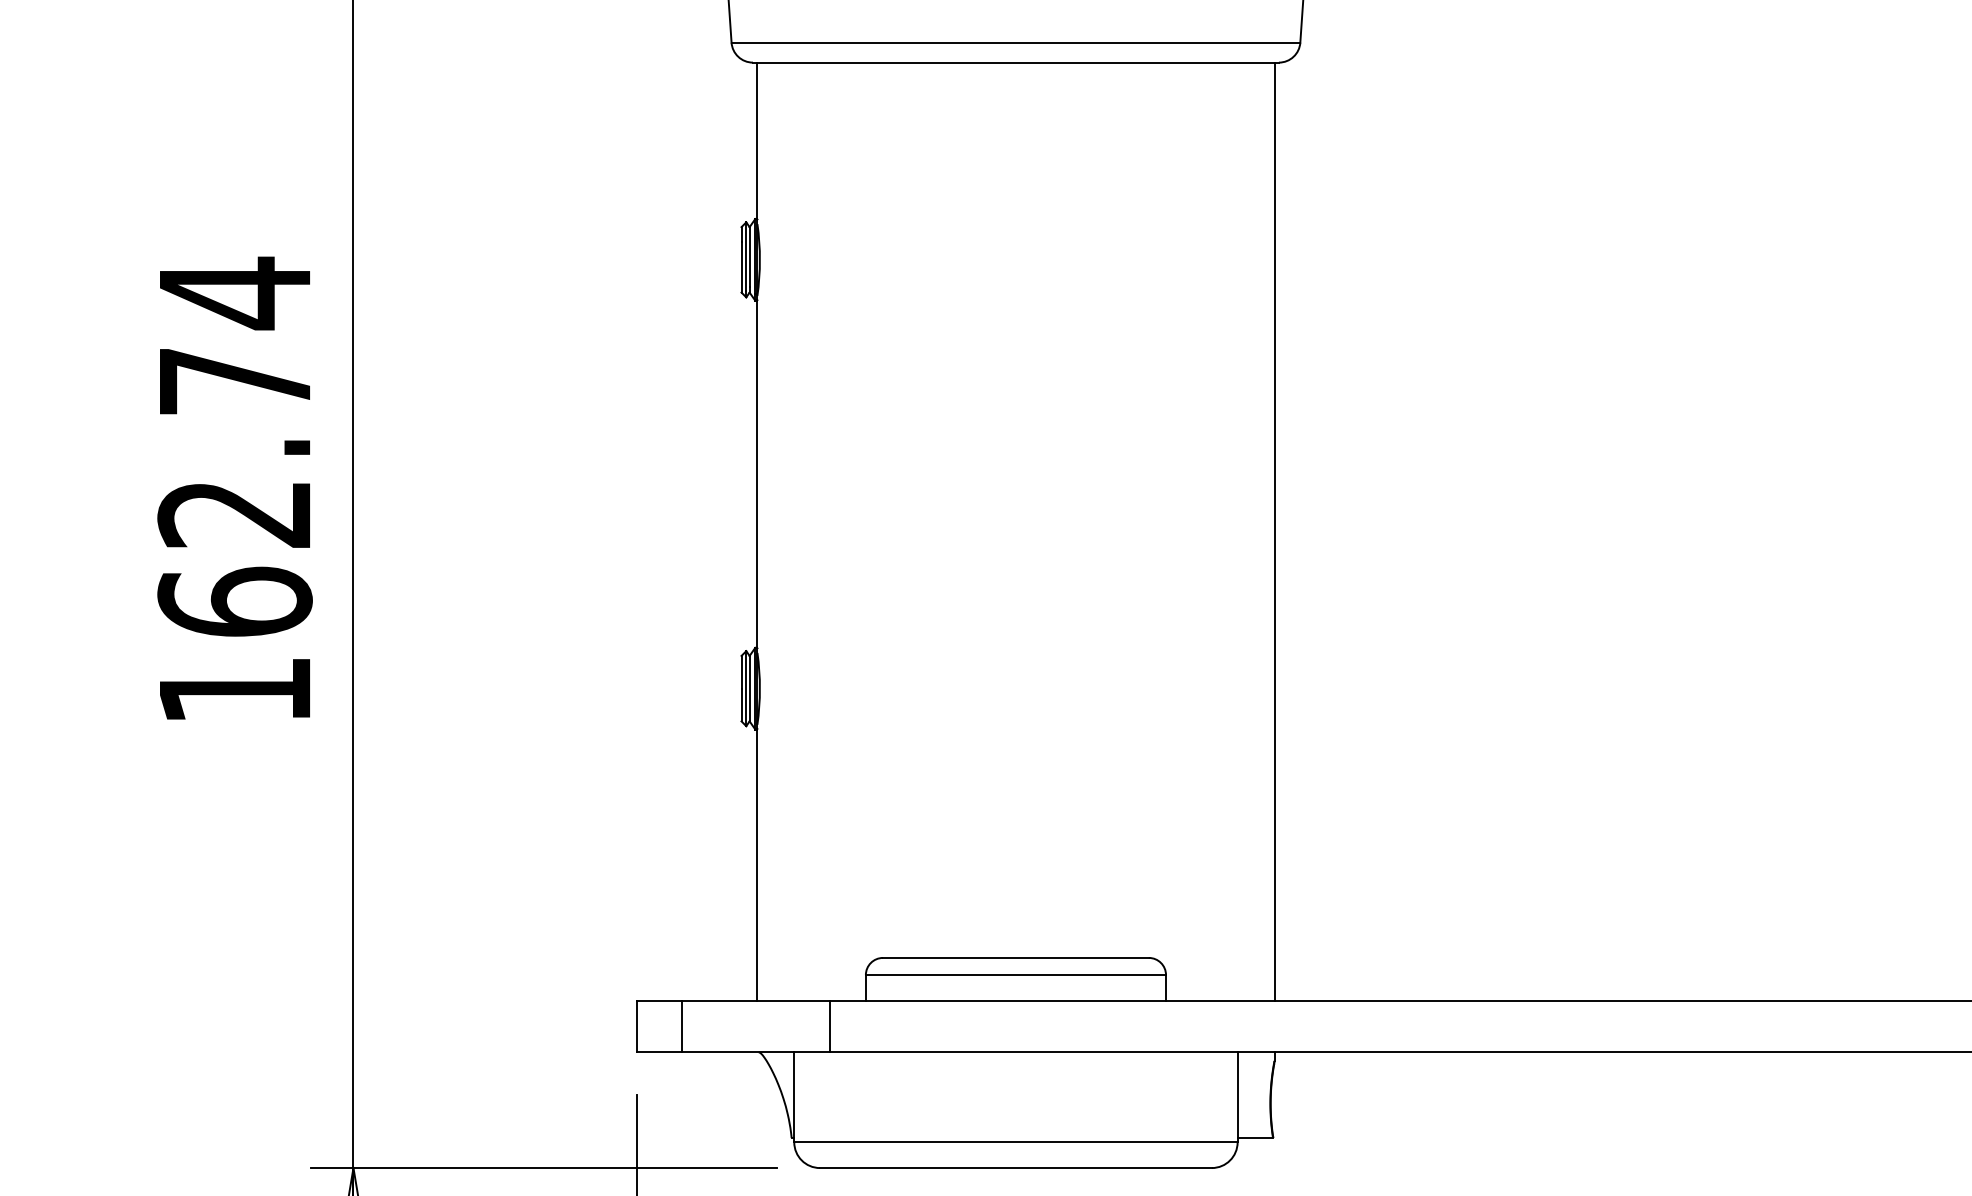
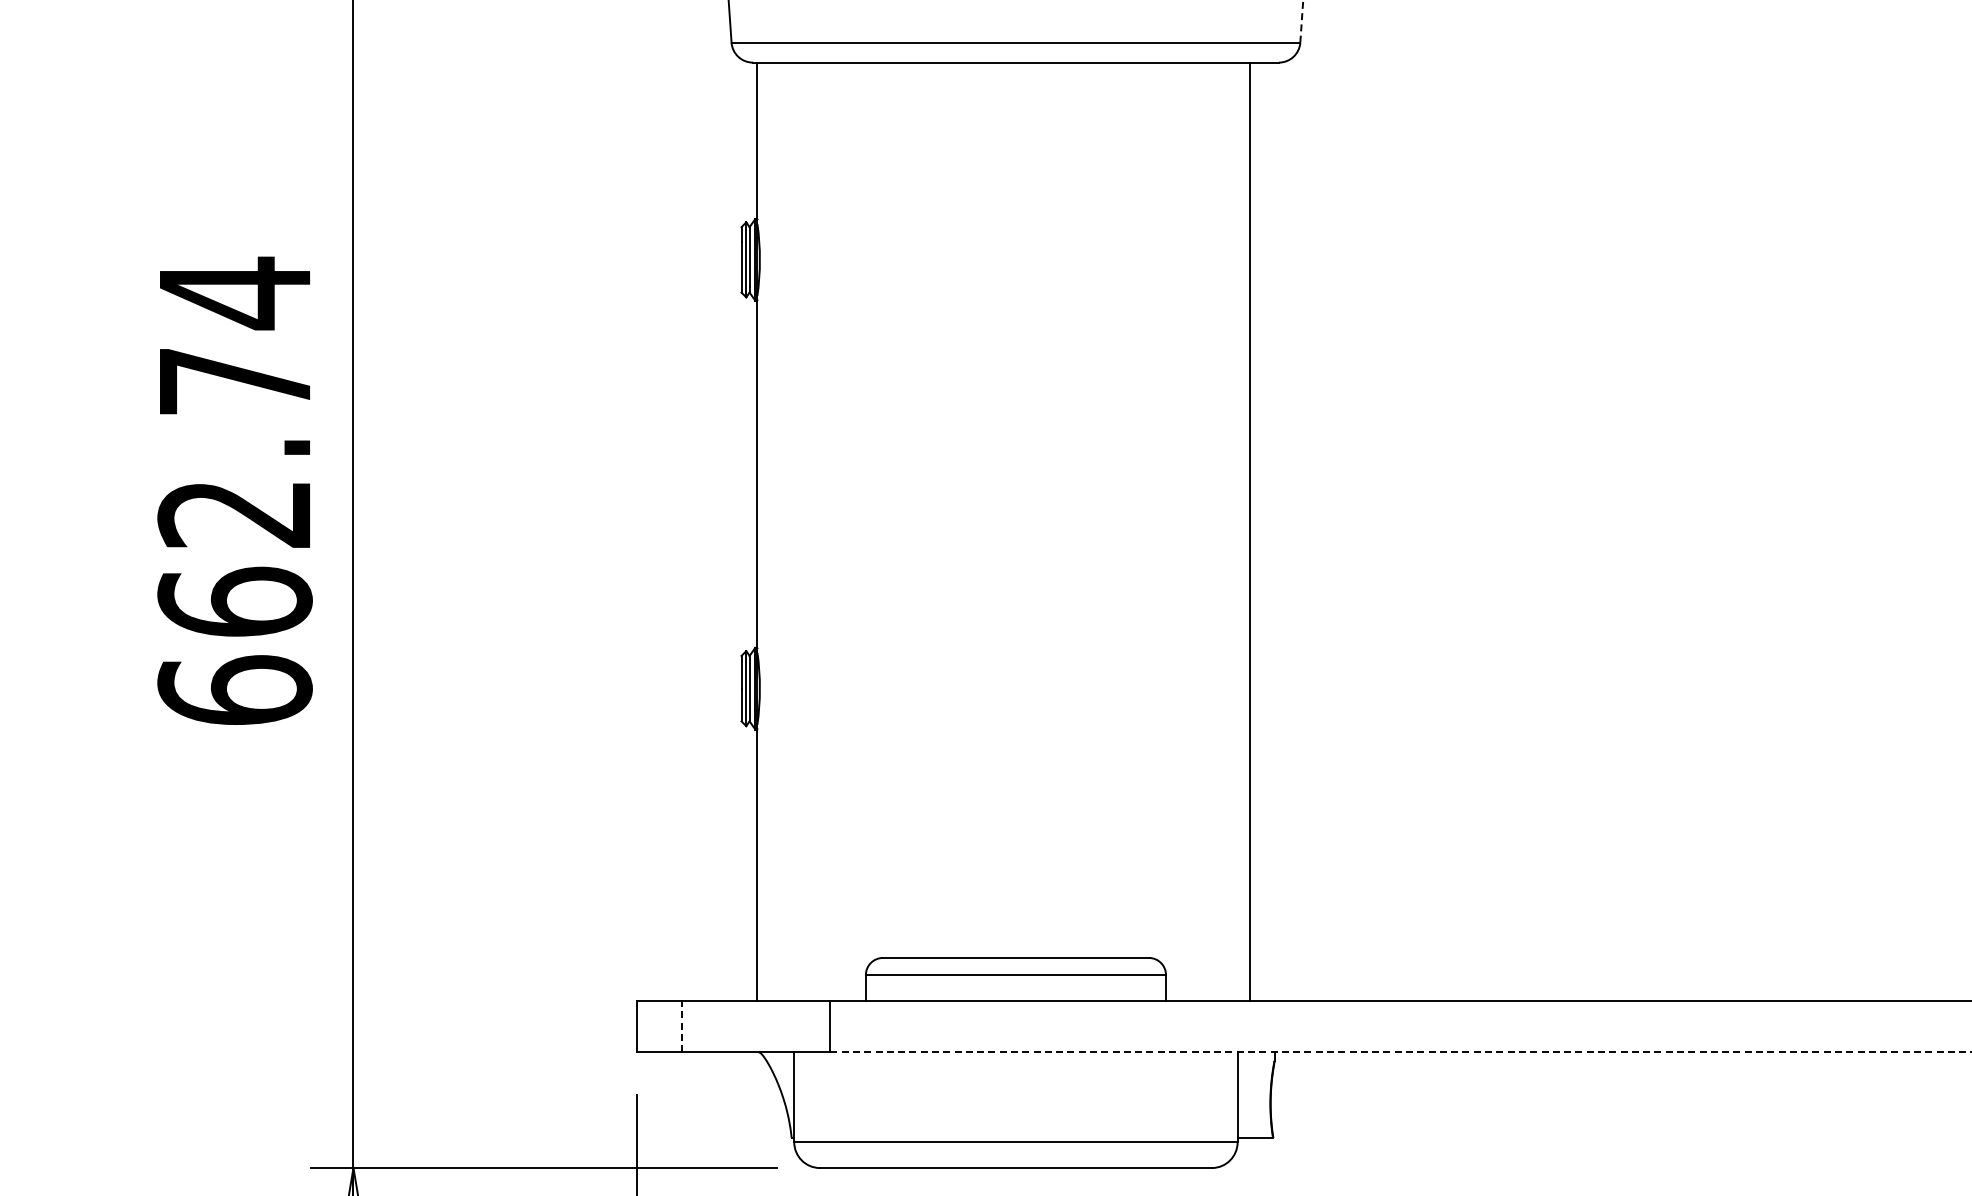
line at (1301, 21): solid -> dashed
line at (1274, 531) position: (1274, 531) -> (1249, 531)
text at (234, 689): 162.74 -> 662.74
line at (681, 1026): solid -> dashed
line at (1401, 1052): solid -> dashed
